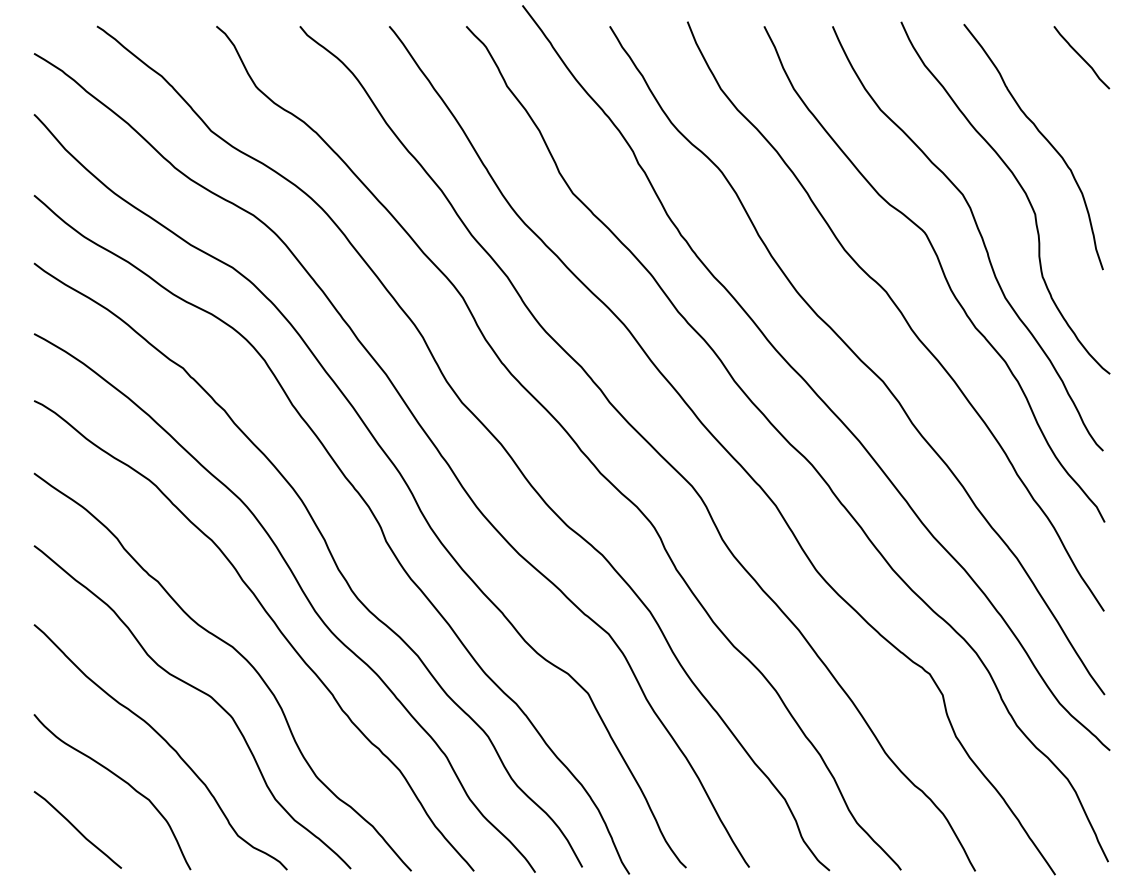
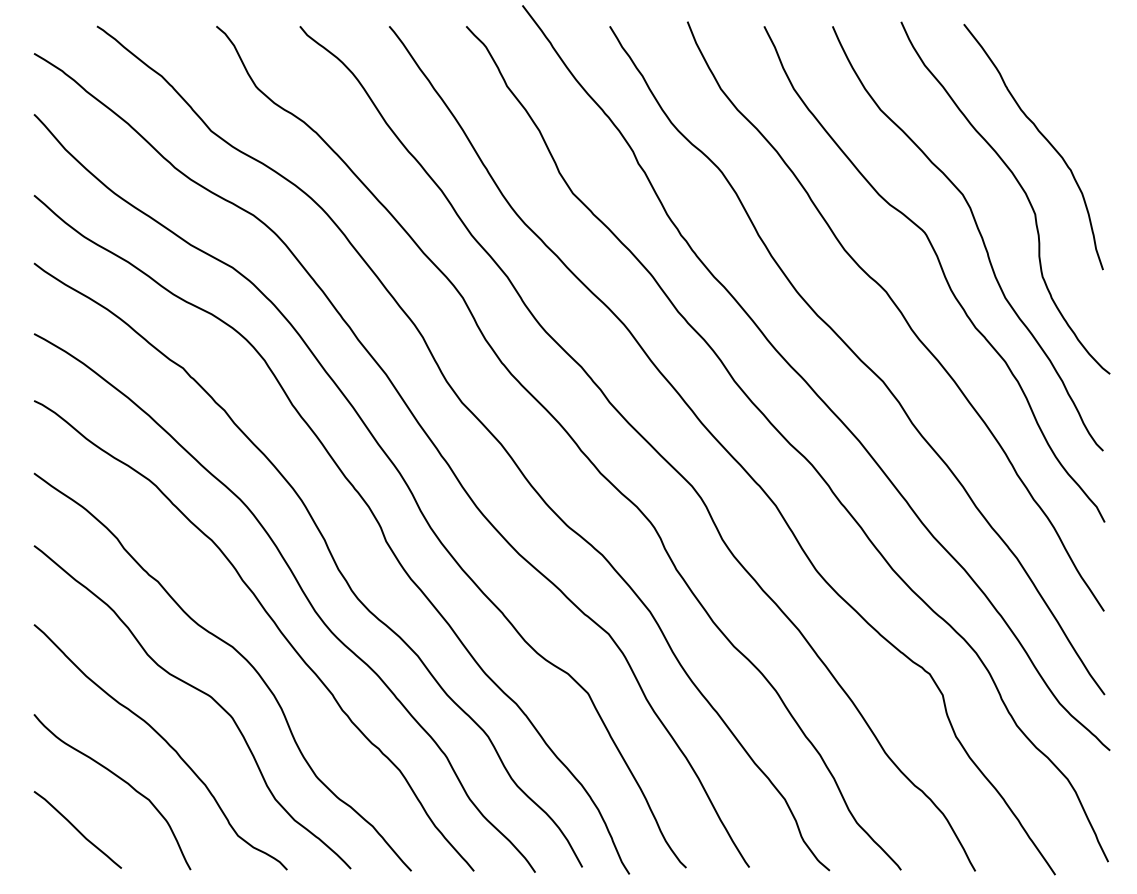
curve at (1081, 57): present -> none
